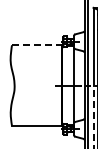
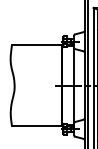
line at (37, 45): dashed -> solid
line at (93, 116): dashed -> solid
